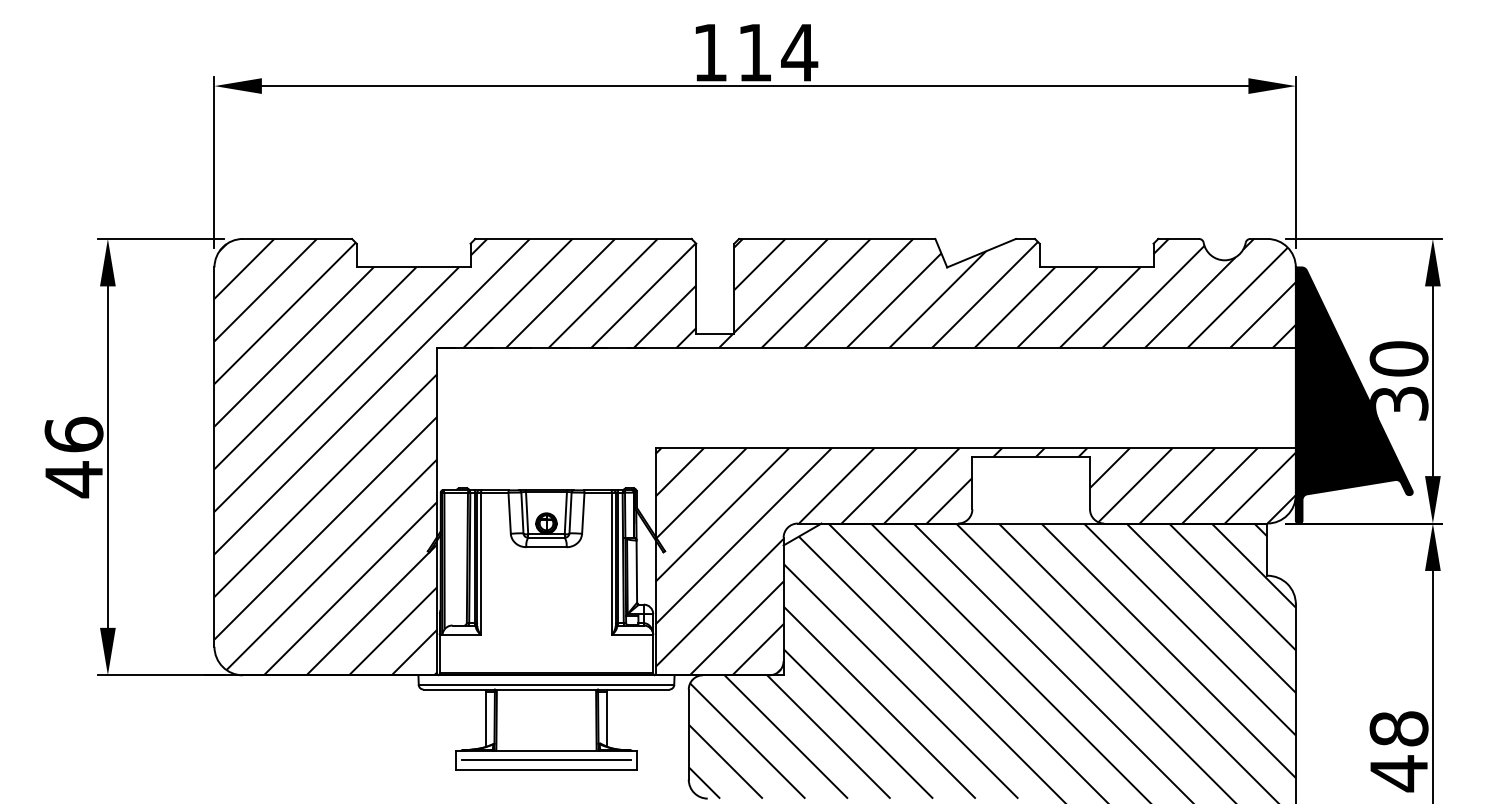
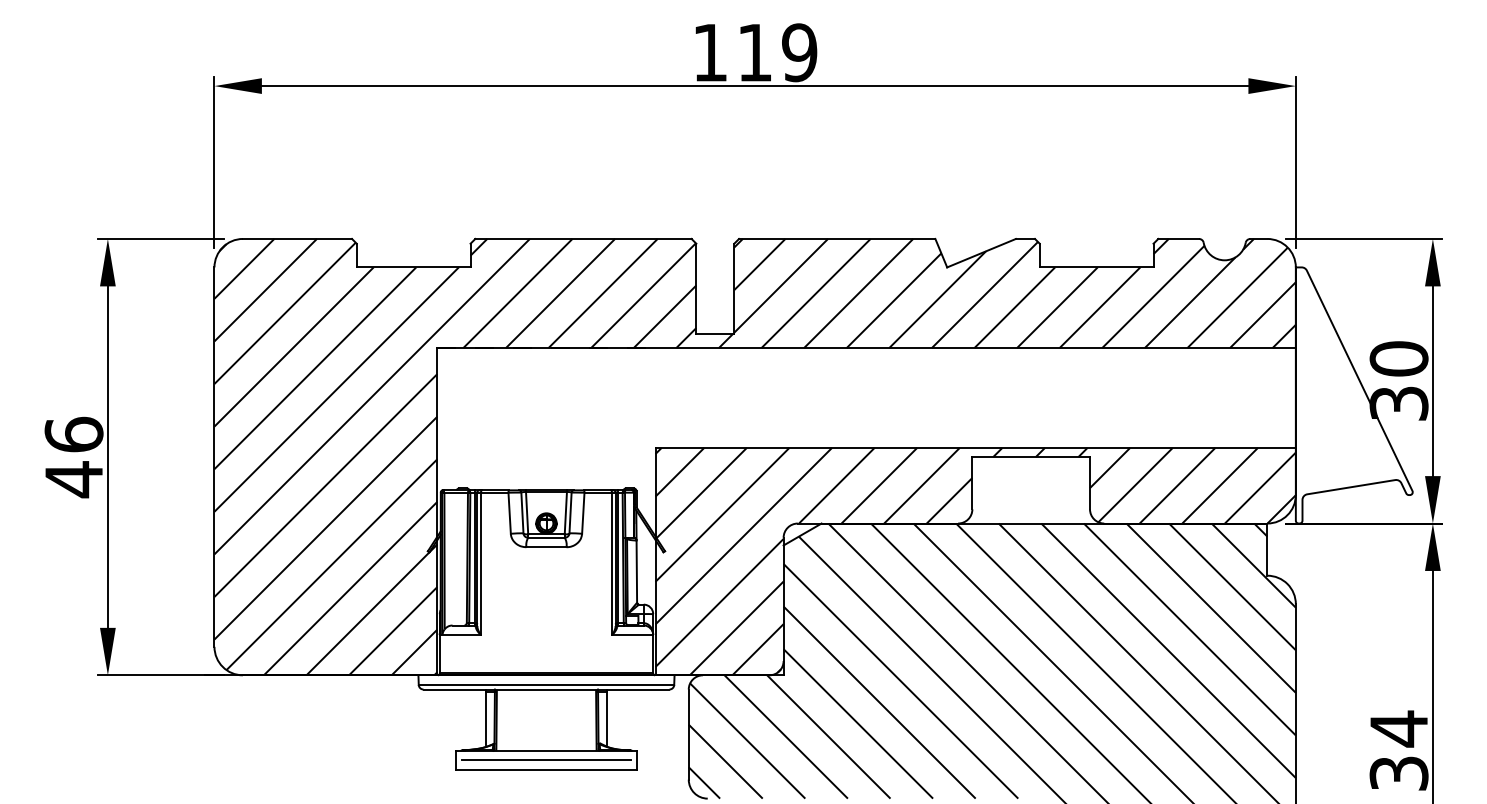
text at (799, 52): 114 -> 119
fill at (1353, 395): present -> none
text at (1398, 751): 48 -> 34
